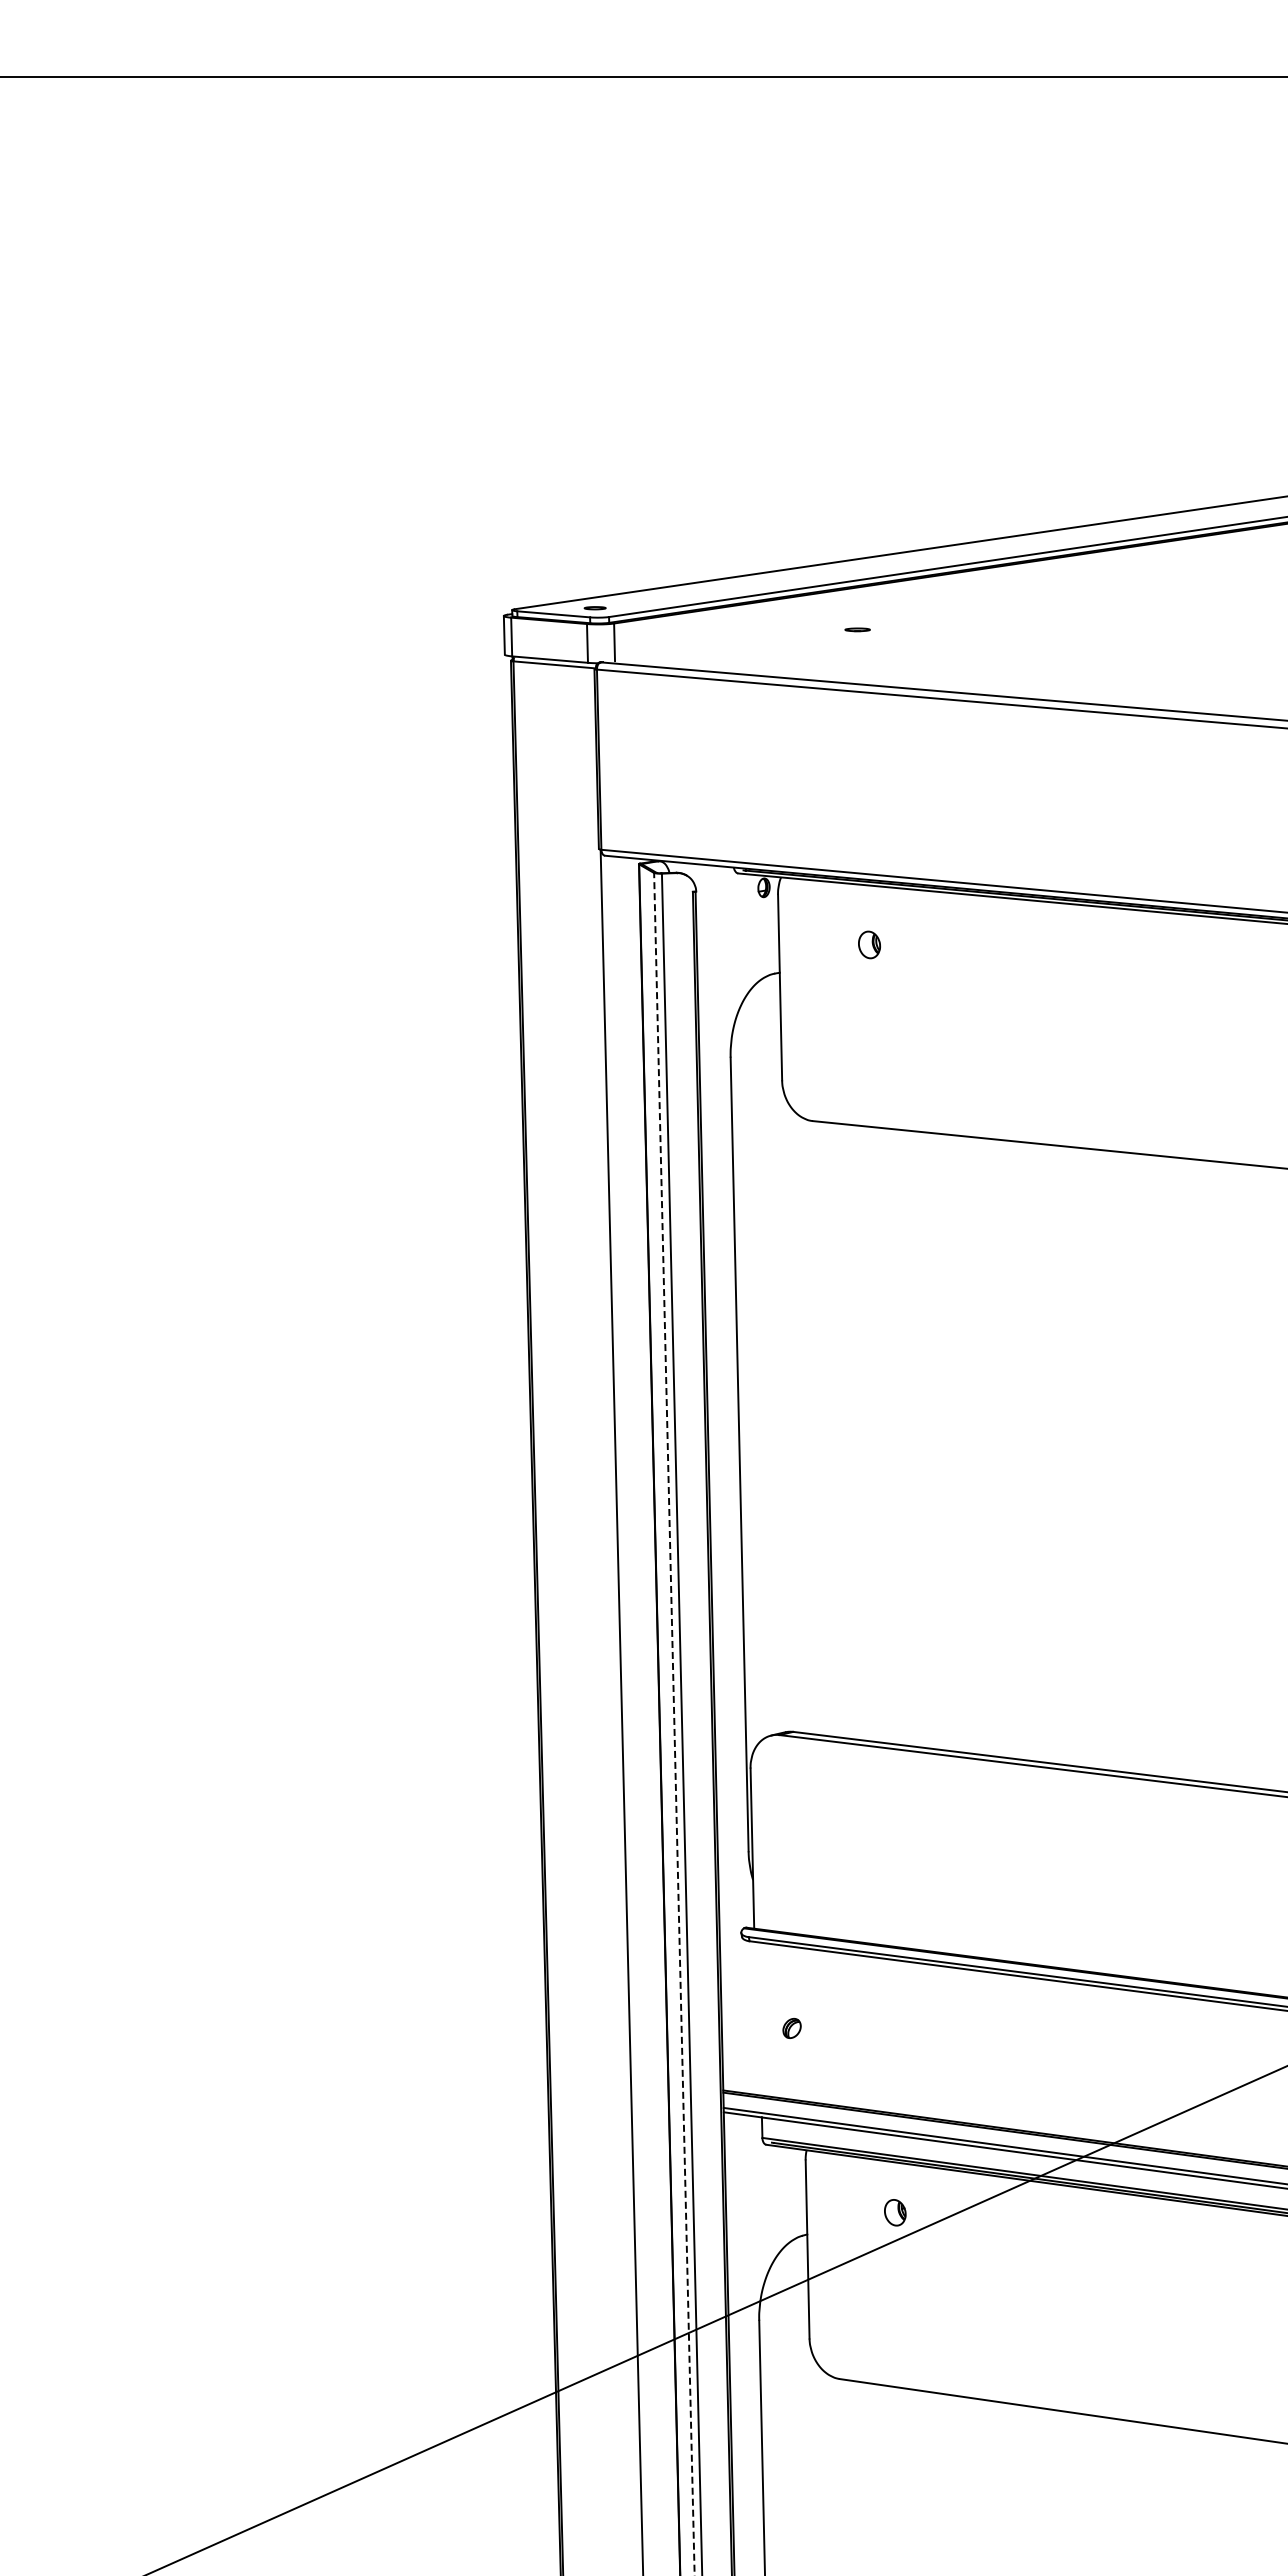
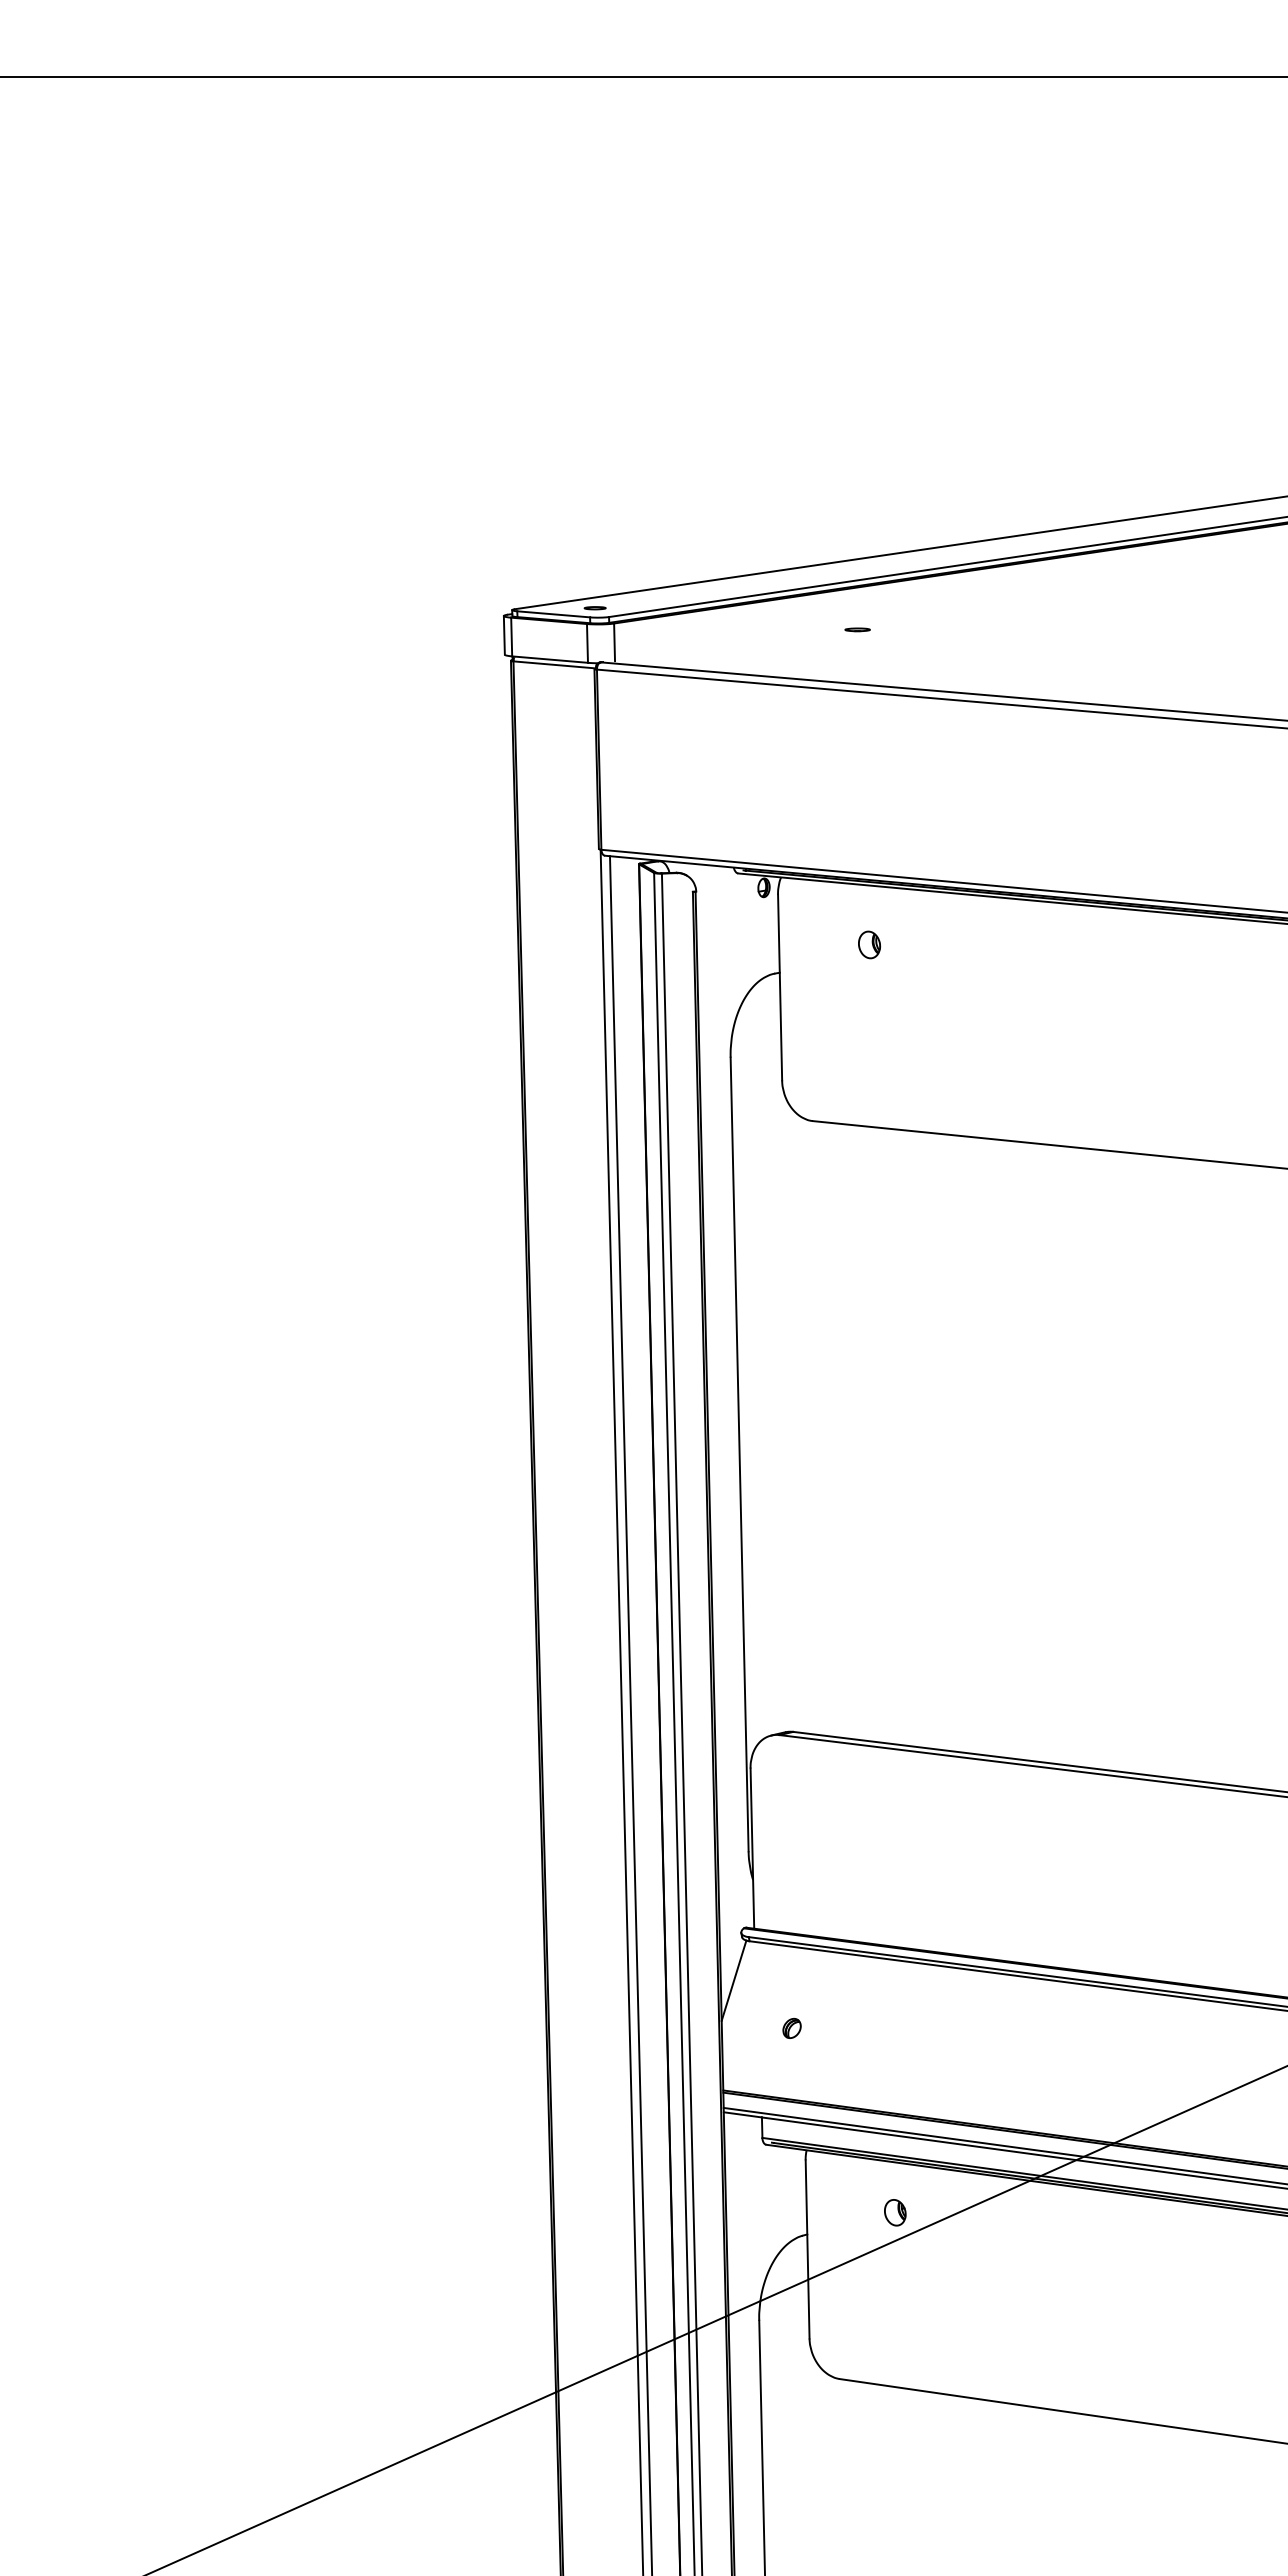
line at (630, 1714): none -> present
line at (674, 1723): dashed -> solid
line at (733, 1980): none -> present
